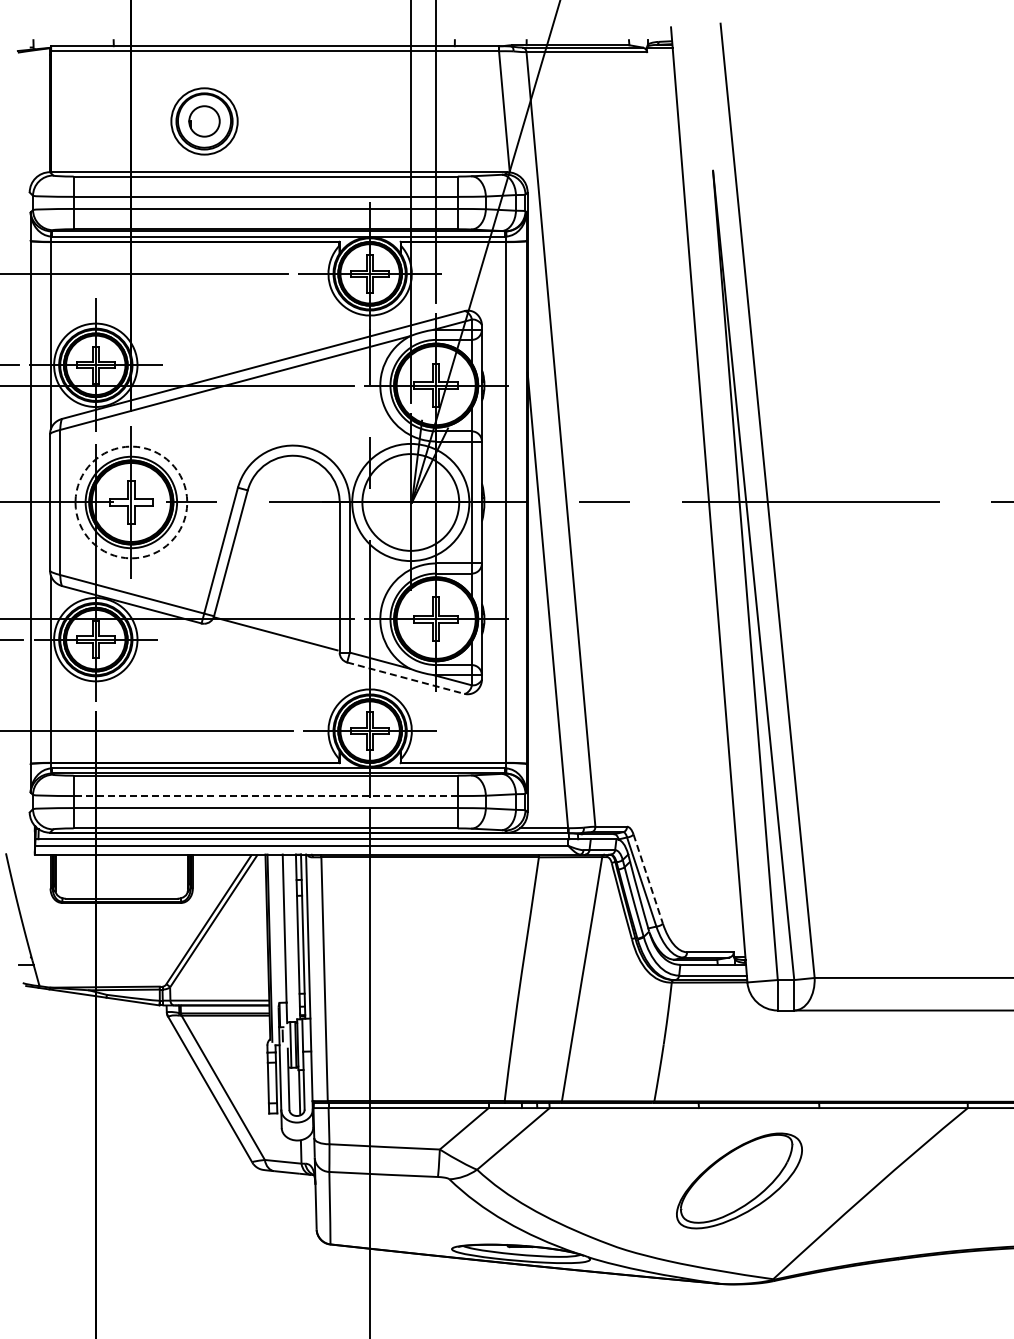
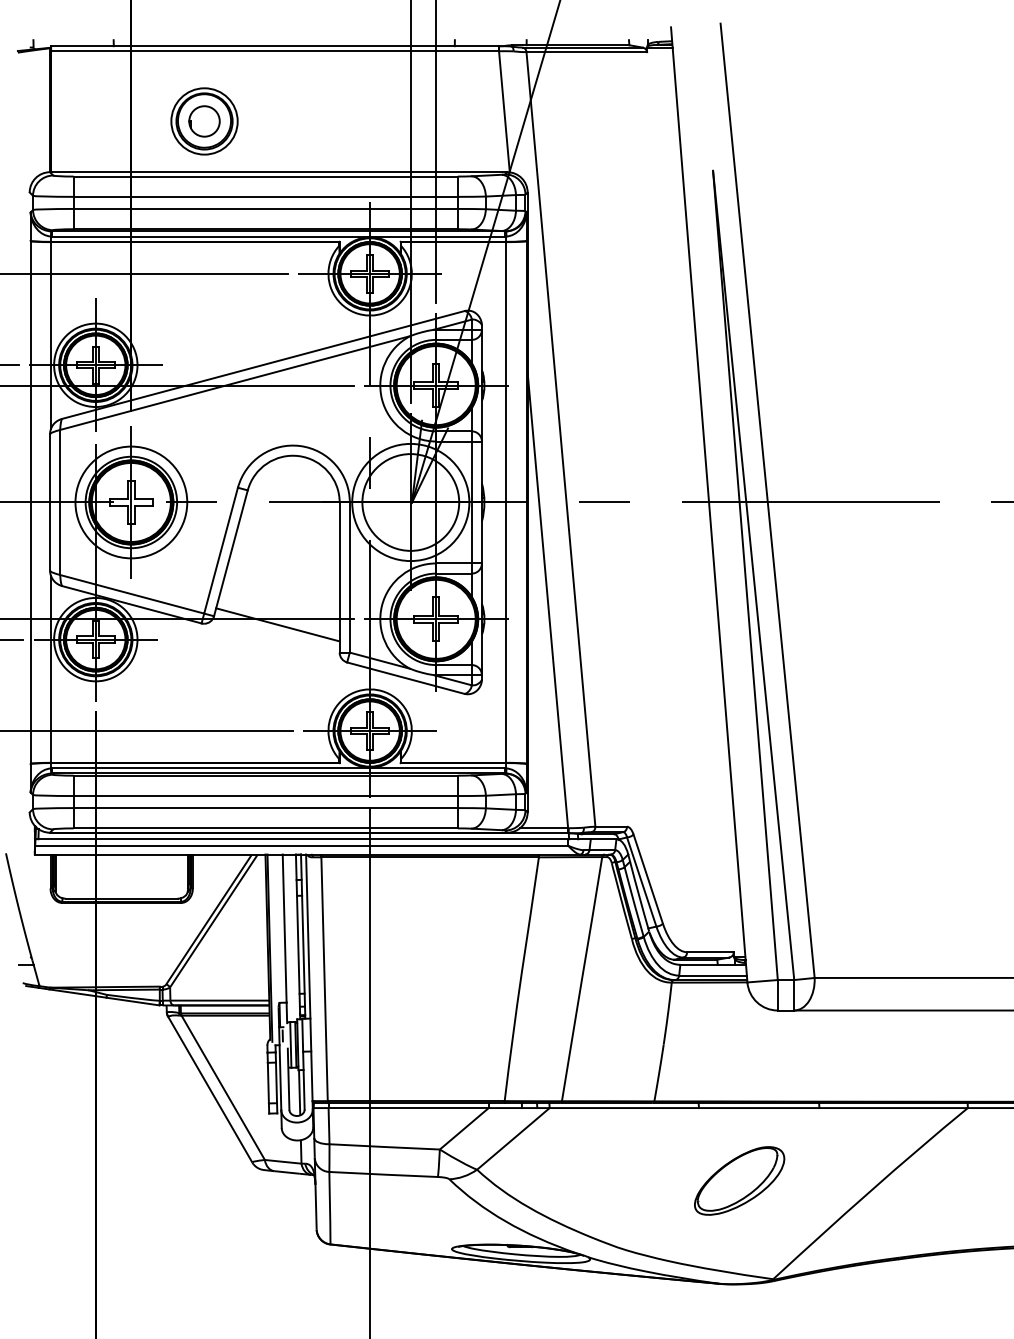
circle at (131, 502): dashed -> solid
line at (275, 633) position: (275, 633) -> (277, 624)
line at (405, 678): dashed -> solid
line at (265, 796): dashed -> solid
line at (648, 879): dashed -> solid
part at (739, 1180) size: 127x98 px -> 92x70 px
